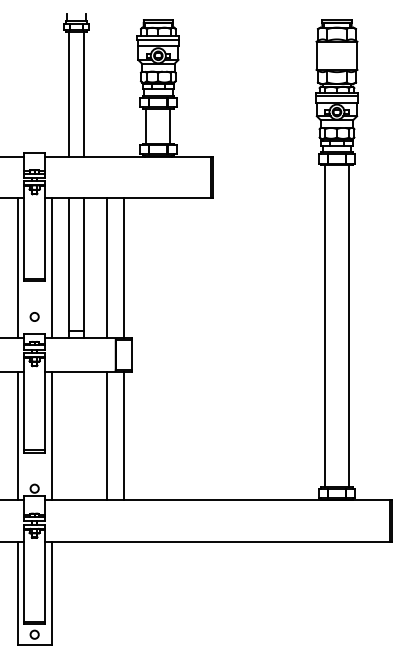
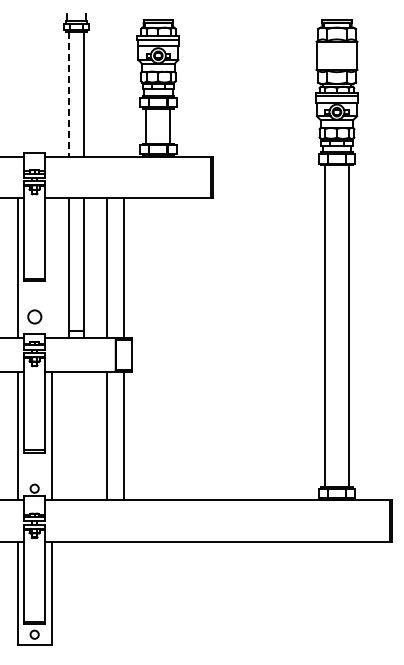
line at (69, 94): solid -> dashed
line at (51, 268): present -> none
circle at (34, 316) size: 11x10 px -> 16x16 px
